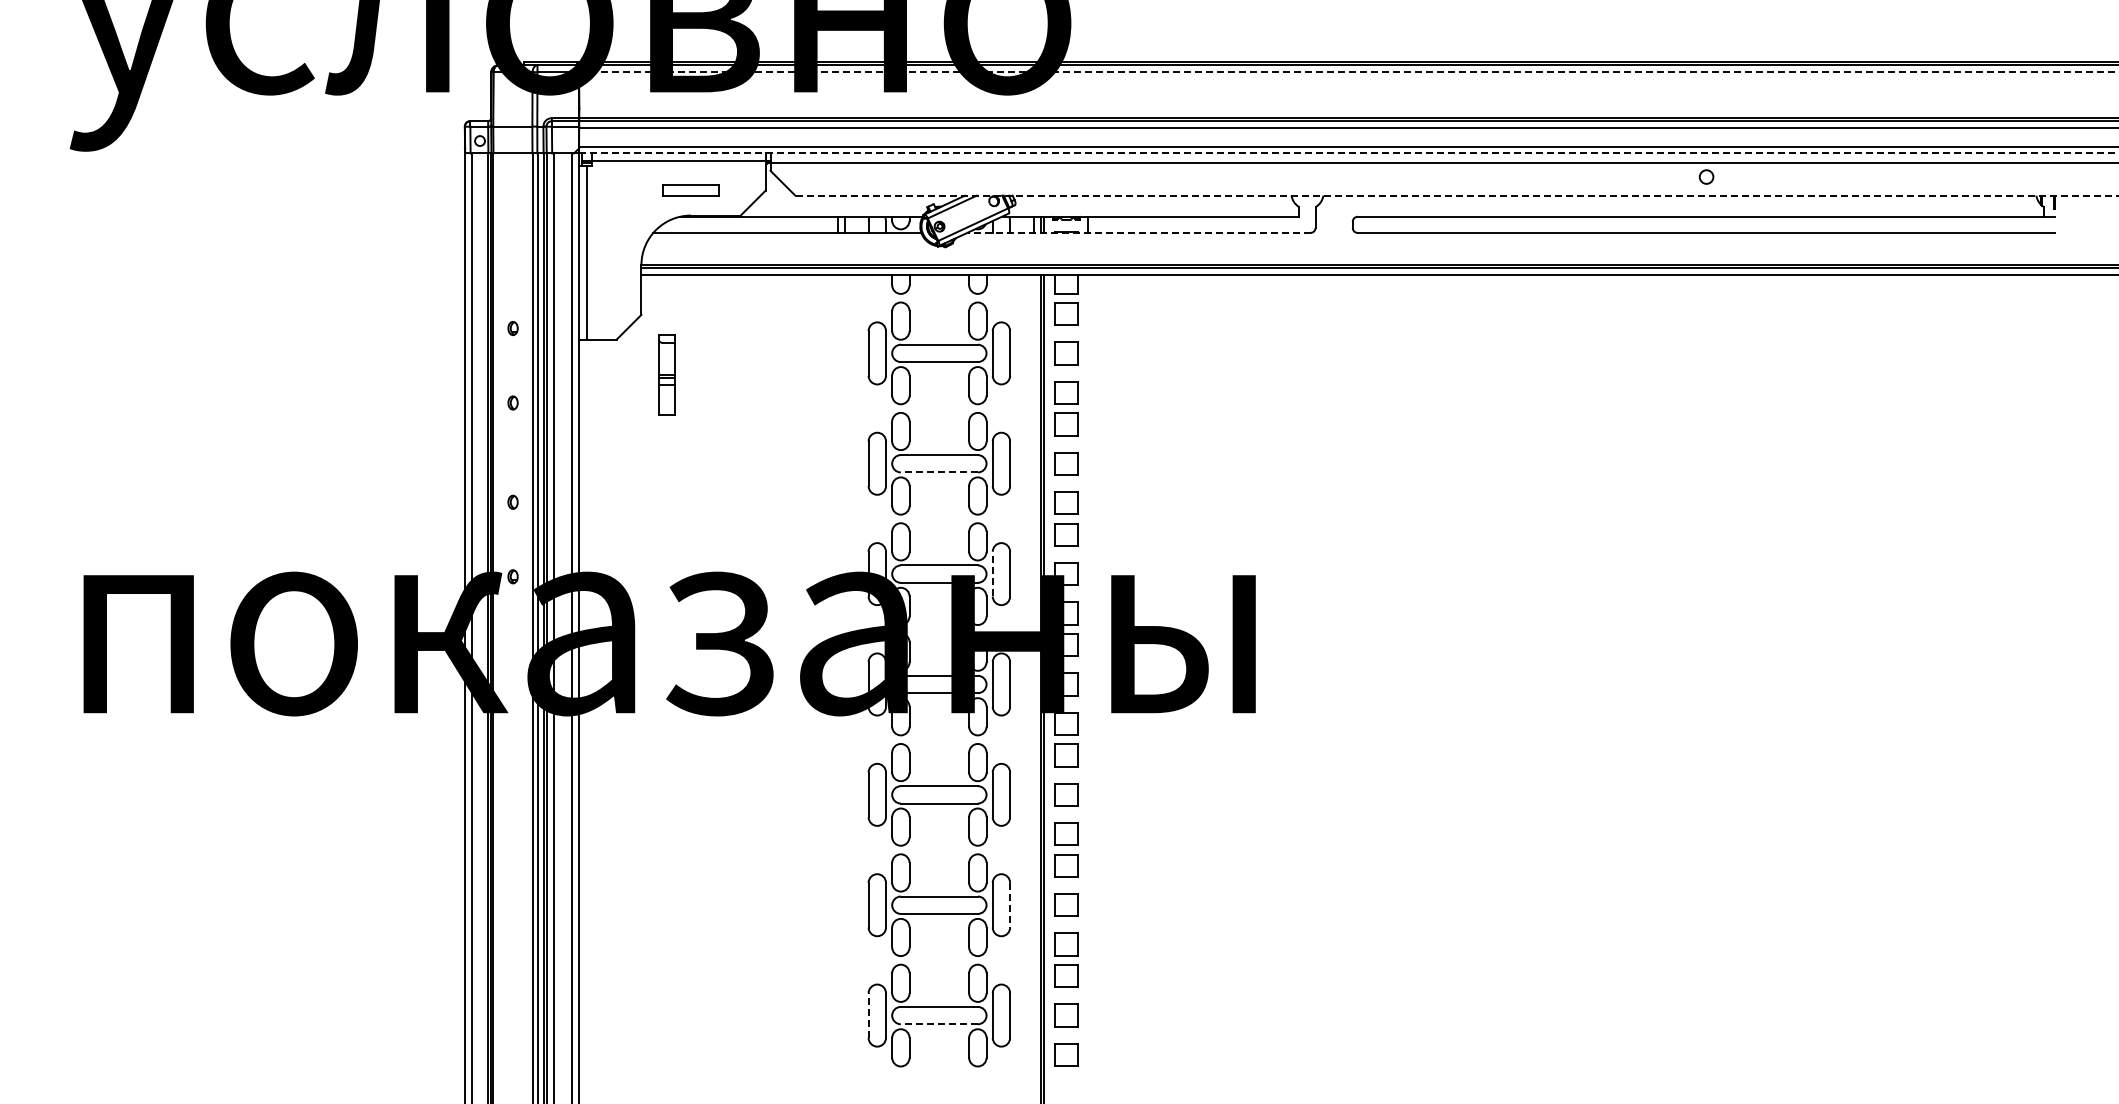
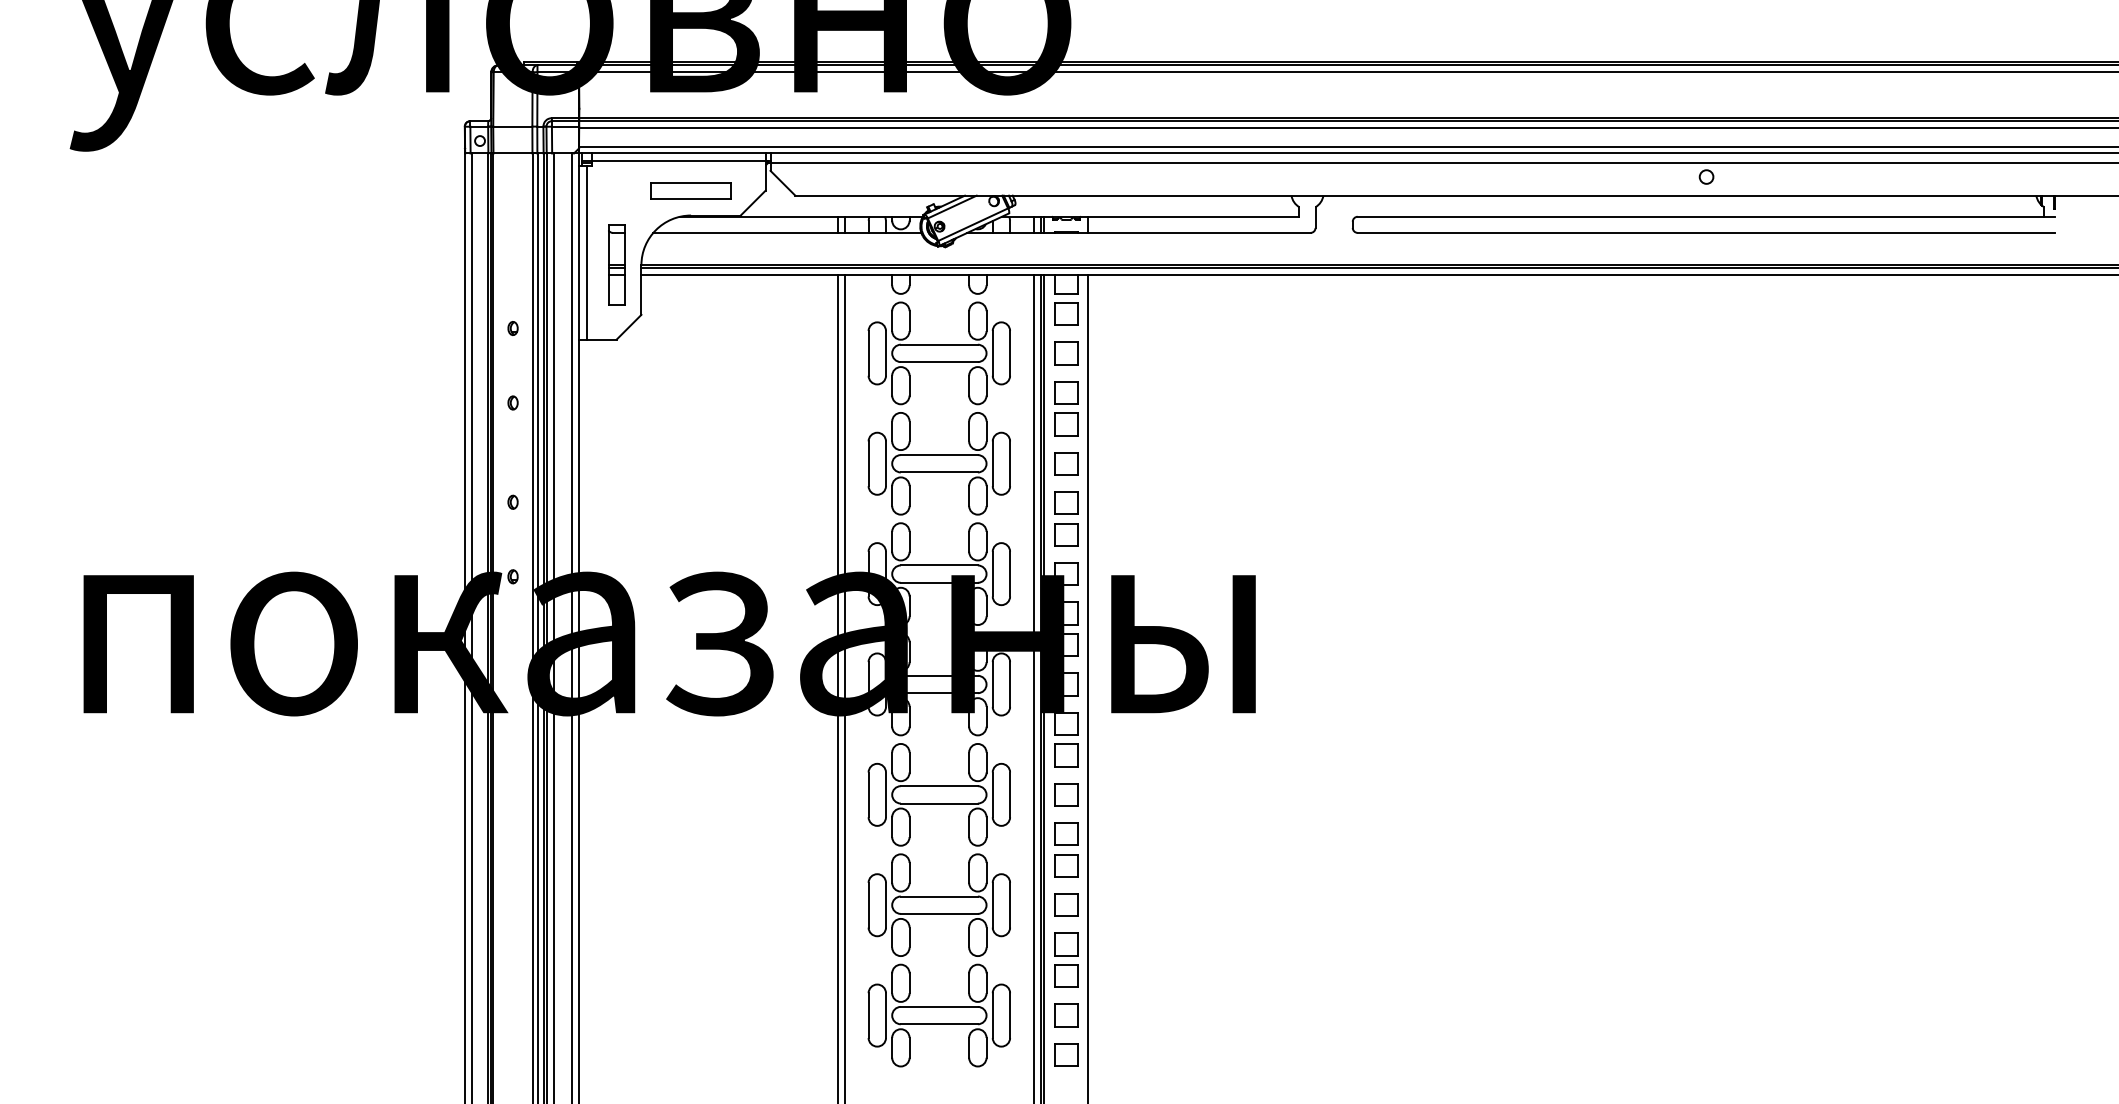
line at (1349, 72): dashed -> solid
line at (1349, 153): dashed -> solid
part at (690, 190) size: 58x13 px -> 82x18 px
line at (1457, 195): dashed -> solid
line at (1138, 232): dashed -> solid
part at (666, 374) position: (666, 374) -> (616, 264)
line at (938, 472): dashed -> solid
line at (992, 573): dashed -> solid
line at (837, 687): none -> present
line at (845, 687): none -> present
line at (1033, 687): none -> present
line at (1088, 687): none -> present
line at (1010, 905): dashed -> solid
line at (868, 1015): dashed -> solid
line at (938, 1024): dashed -> solid
